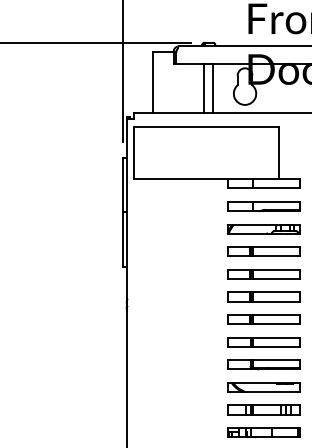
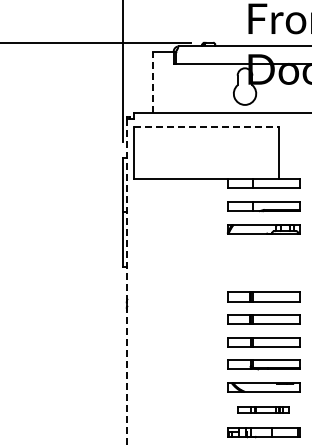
line at (153, 82): solid -> dashed
line at (204, 88): present -> none
line at (213, 88): present -> none
line at (207, 127): solid -> dashed
part at (263, 251): present -> none
part at (263, 274): present -> none
line at (127, 283): solid -> dashed
part at (263, 409) size: 74x12 px -> 53x8 px
